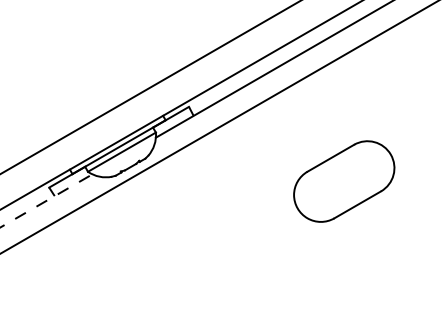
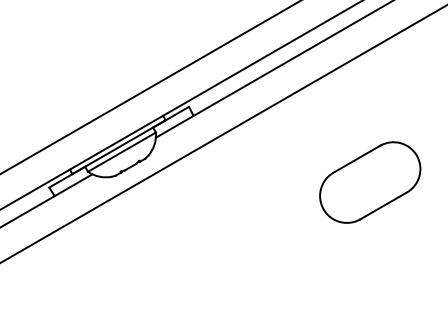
line at (219, 127) position: (219, 127) -> (223, 134)
part at (344, 181) position: (344, 181) -> (370, 182)
line at (46, 200): dashed -> solid
